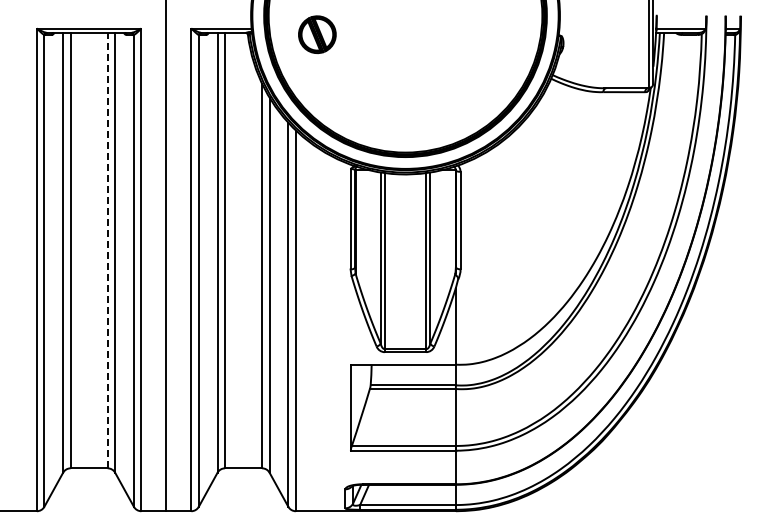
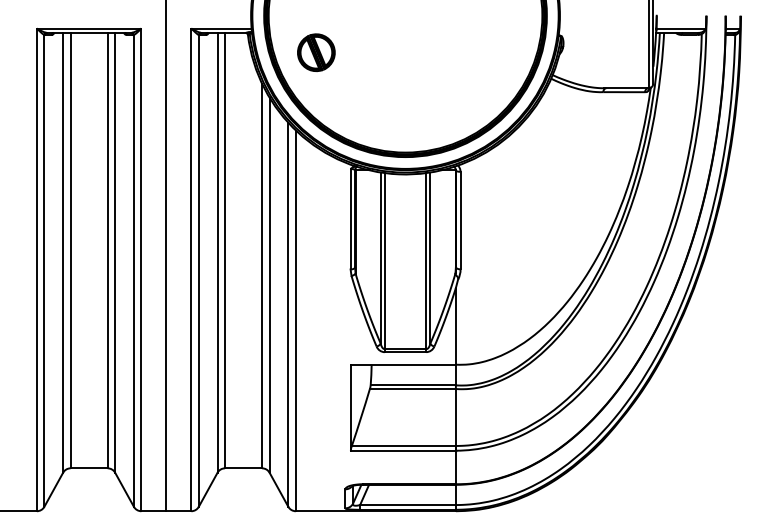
part at (317, 34) position: (317, 34) -> (316, 52)
line at (107, 250): dashed -> solid
